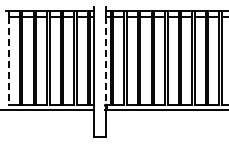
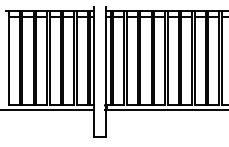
line at (8, 61): dashed -> solid
line at (105, 61): dashed -> solid
